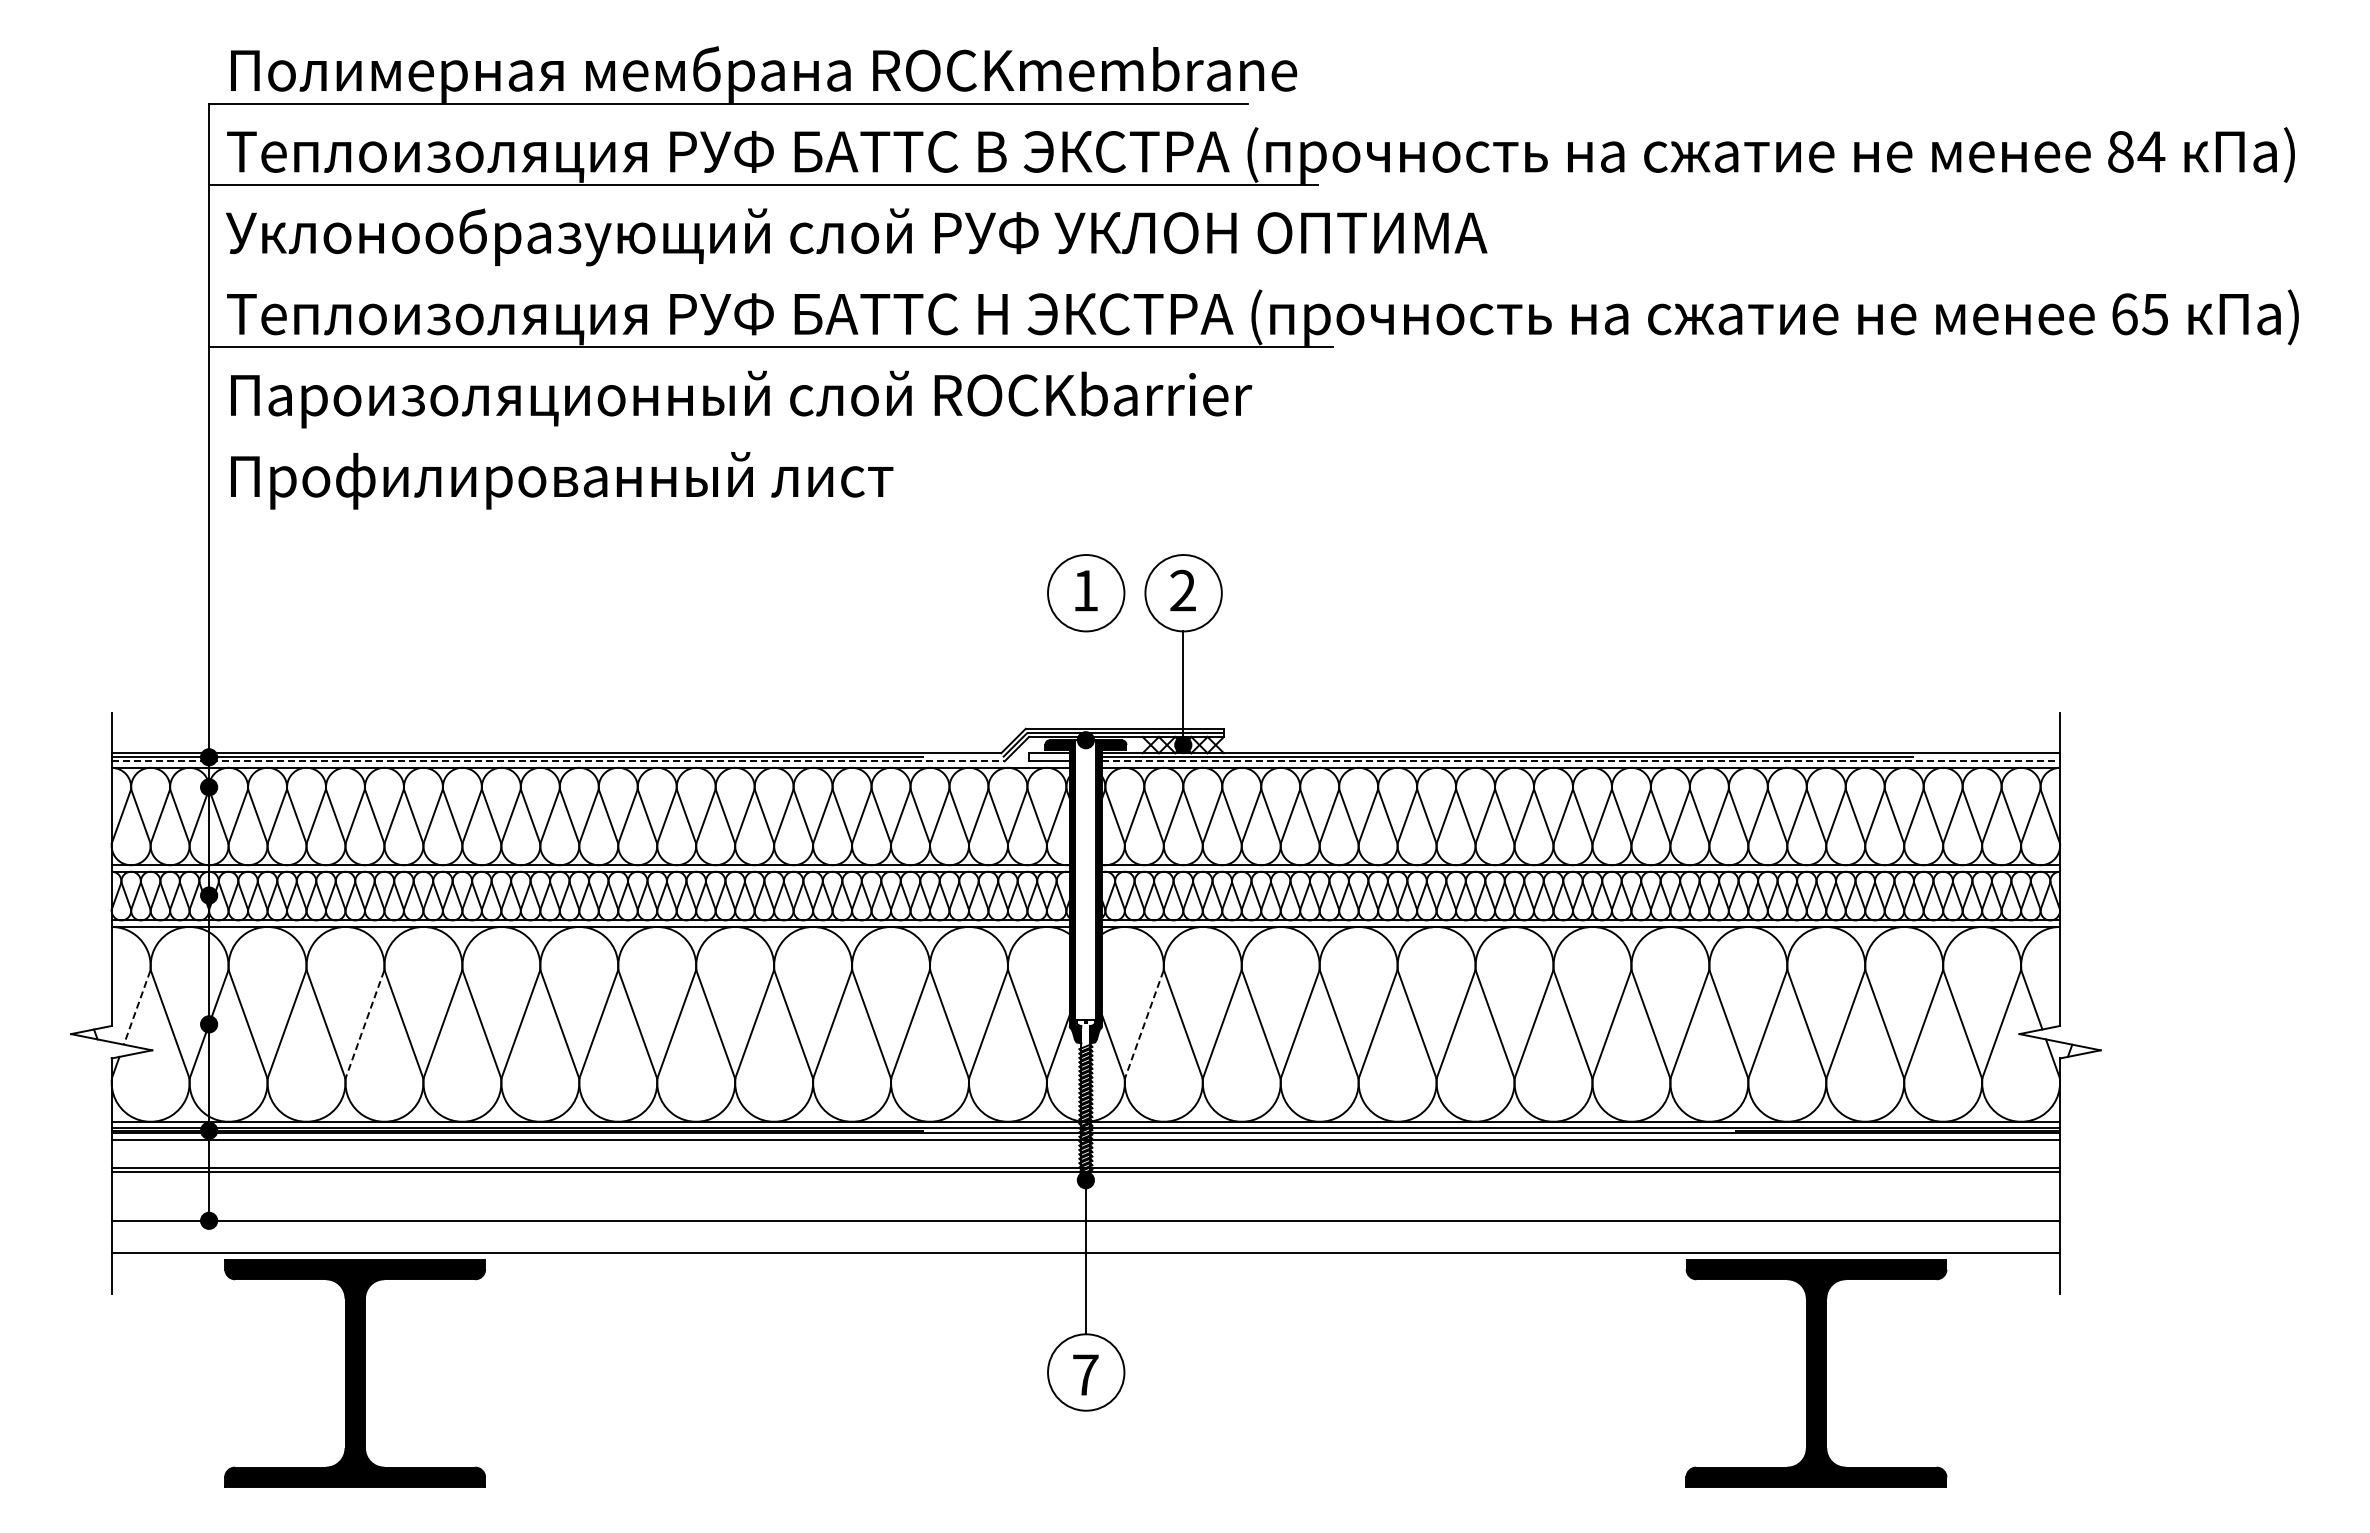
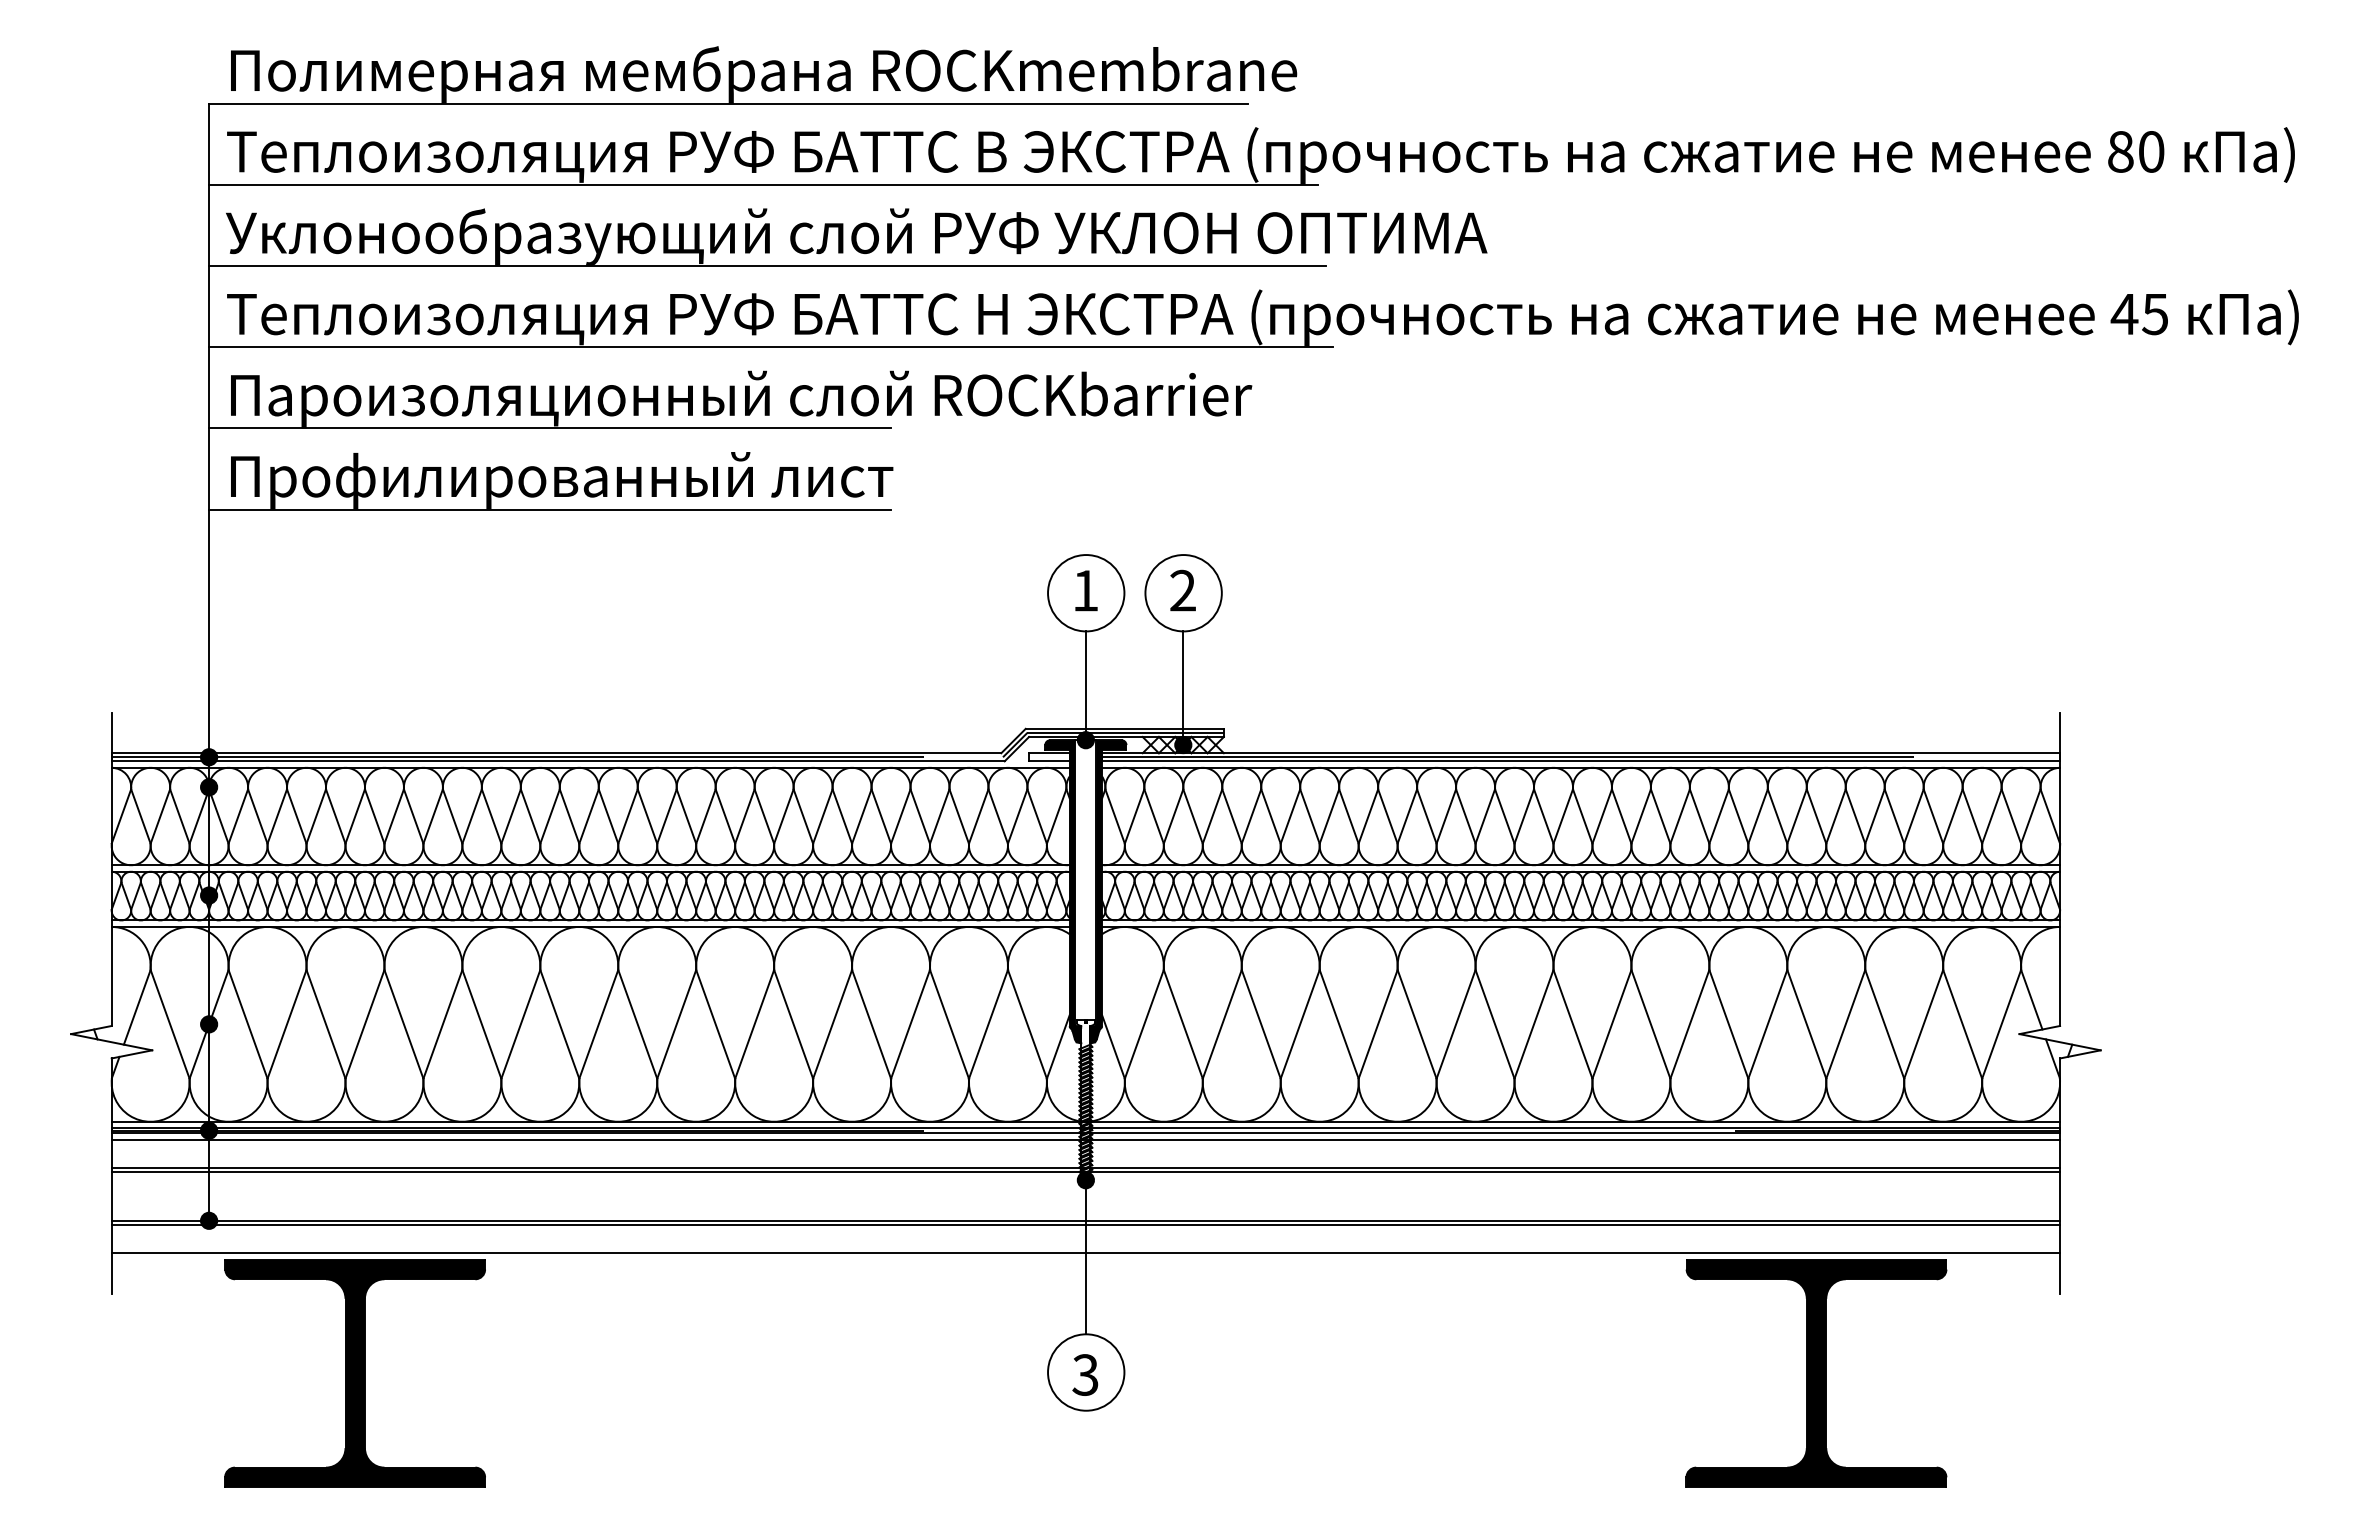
text at (2151, 151): 84 -> 80
line at (767, 266): none -> present
text at (2124, 314): 65 -> 45
line at (550, 428): none -> present
line at (550, 509): none -> present
line at (1085, 685): none -> present
line at (558, 761): dashed -> solid
line at (1581, 761): dashed -> solid
line at (136, 1008): dashed -> solid
line at (364, 1024): dashed -> solid
line at (1144, 1024): dashed -> solid
line at (1085, 1224): none -> present
text at (1085, 1374): 7 -> 3
